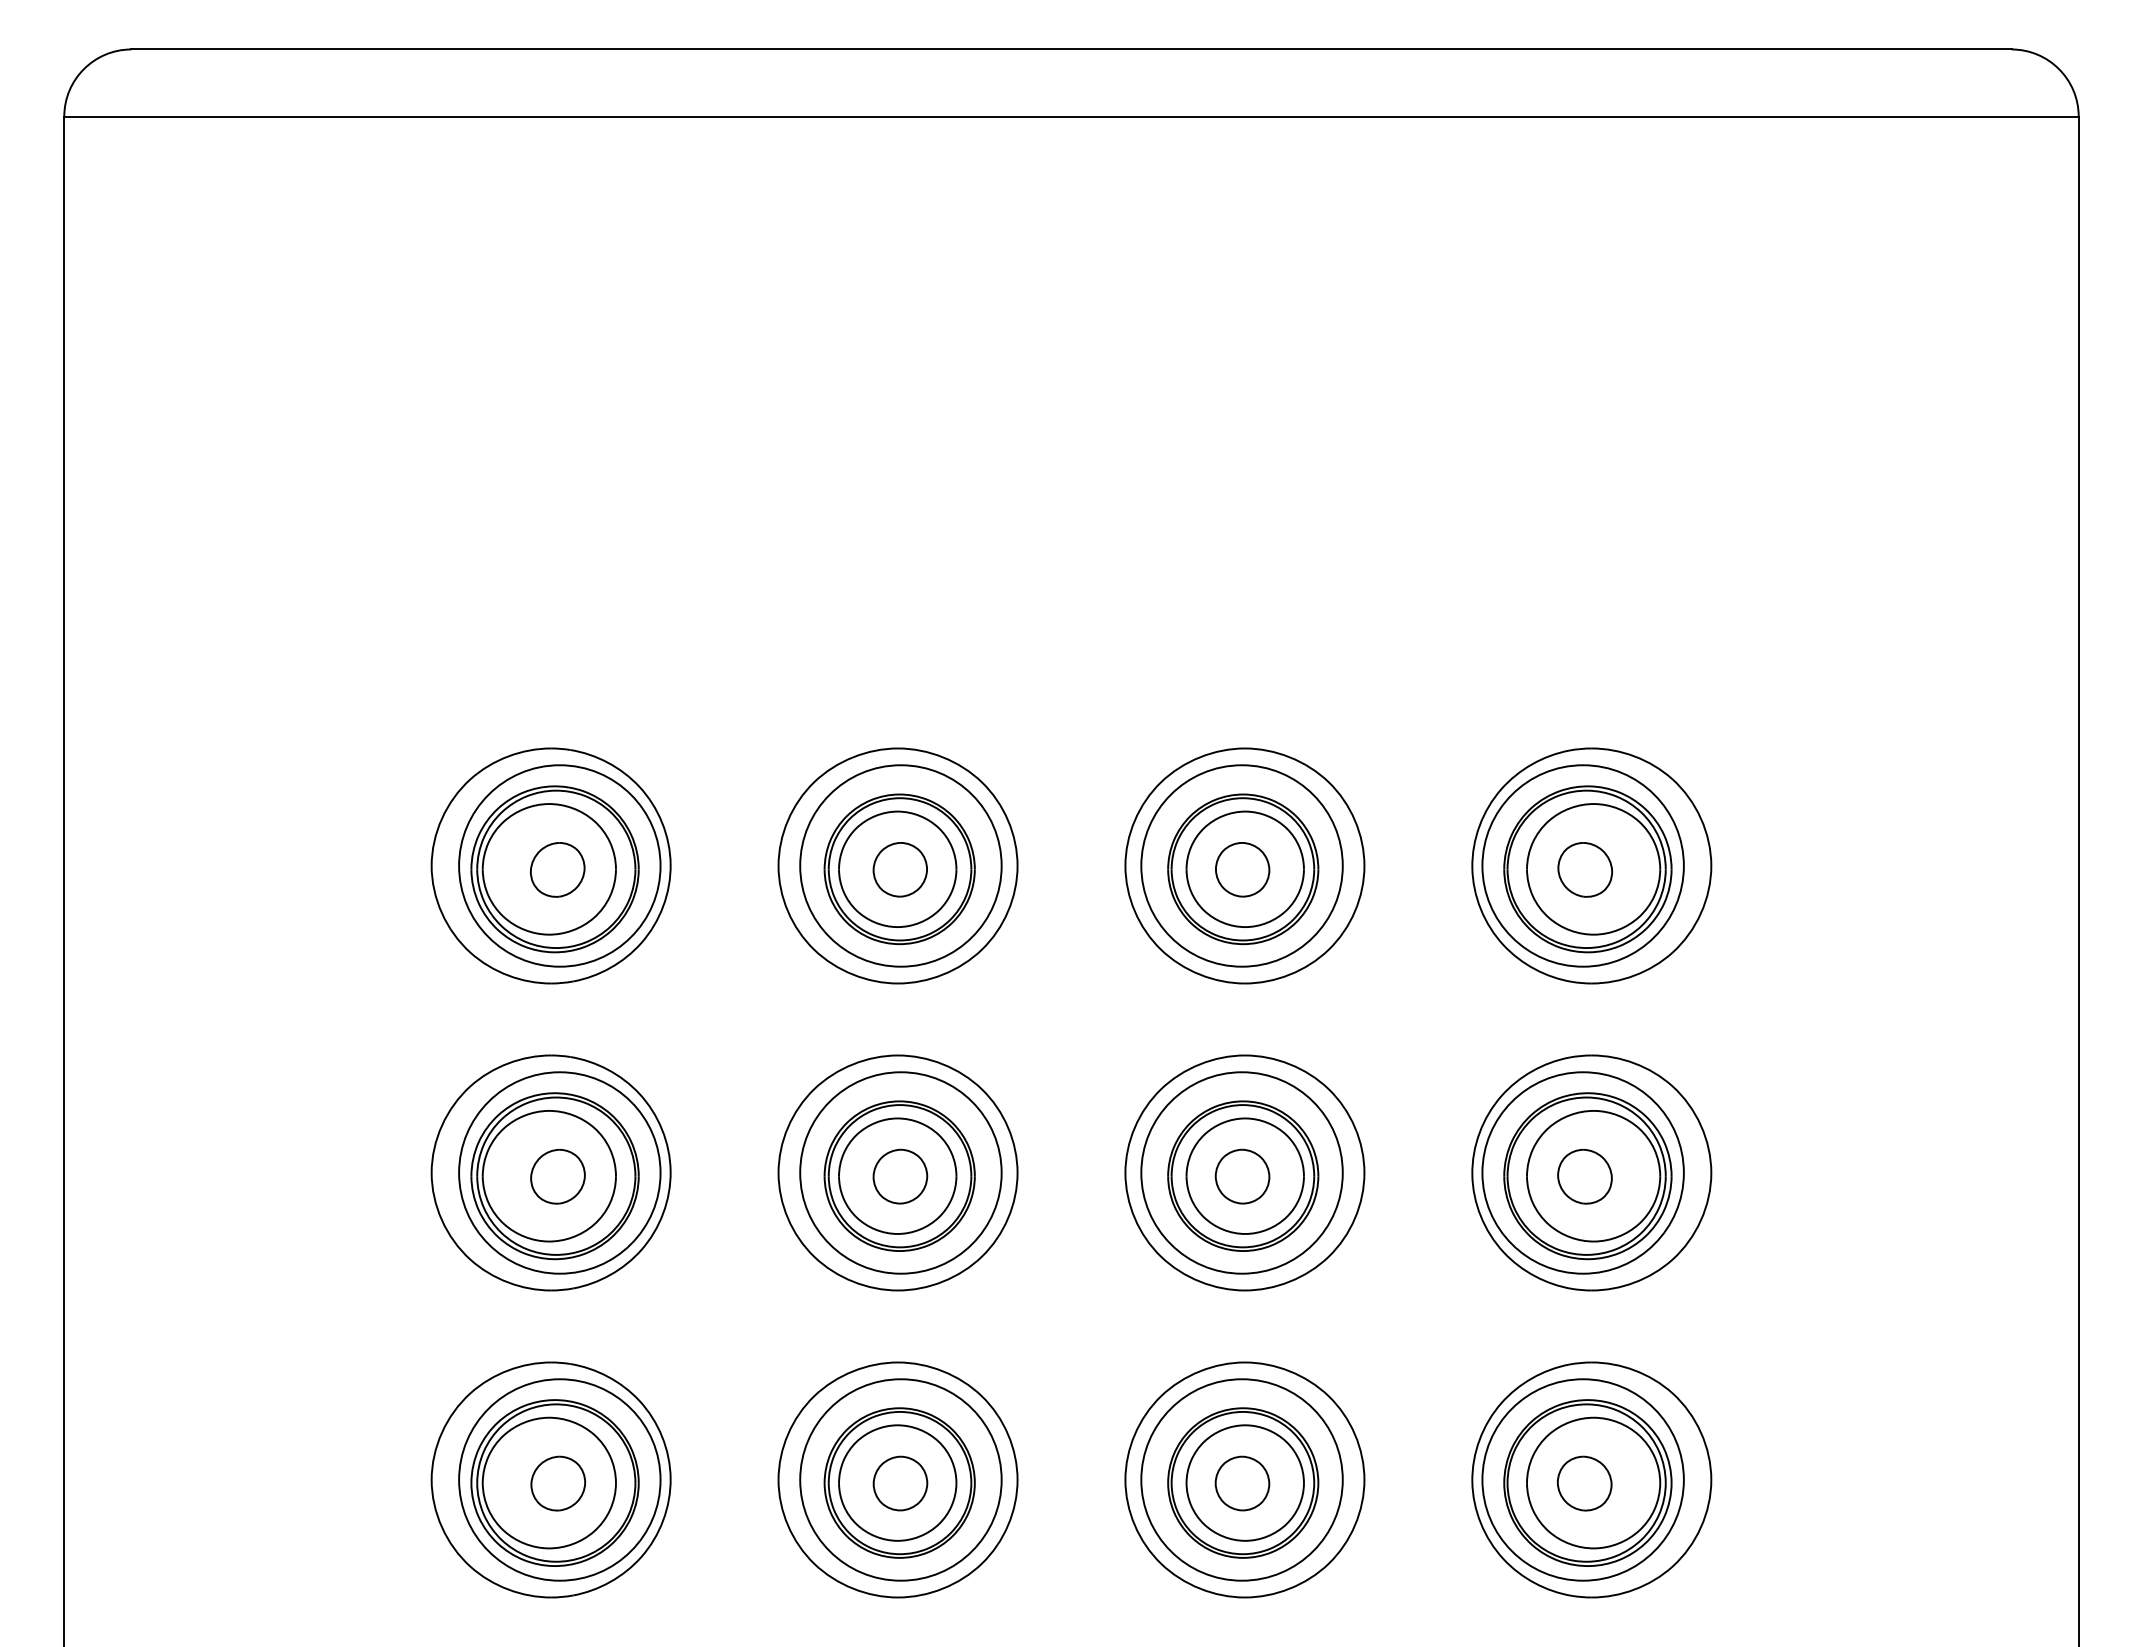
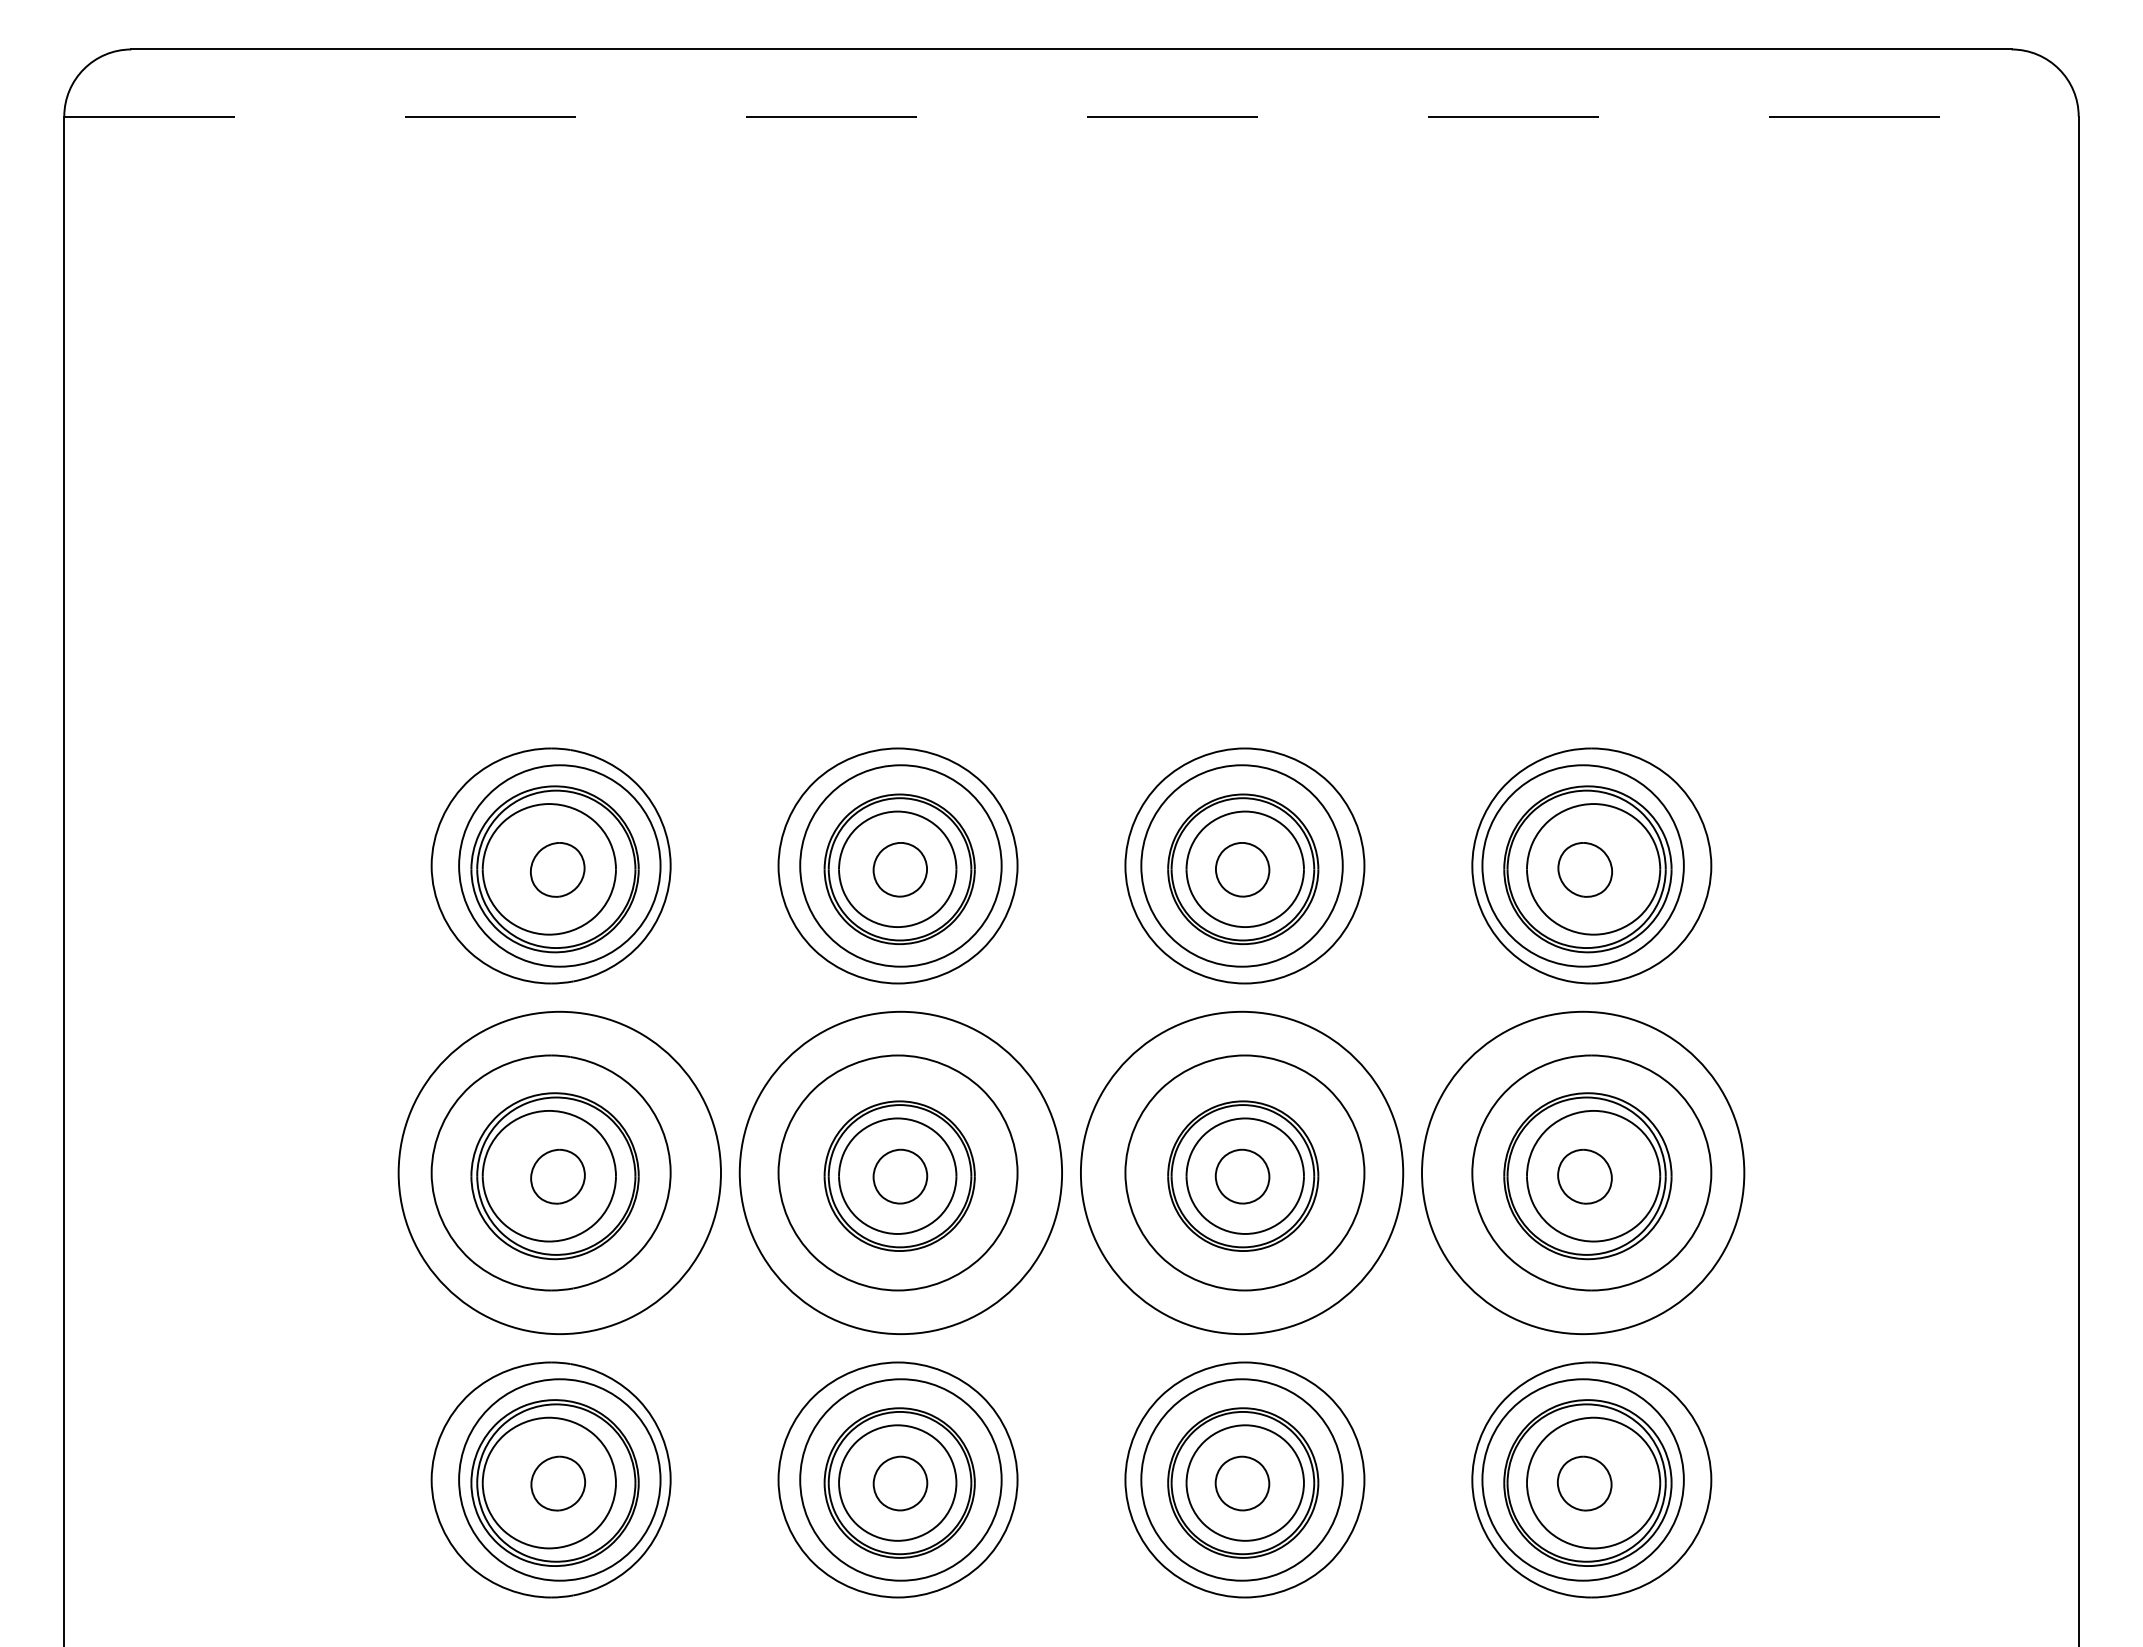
line at (1071, 116): solid -> dashed
circle at (559, 1172) diameter: 201 px -> 322 px
circle at (900, 1172) diameter: 201 px -> 322 px
circle at (1241, 1172) diameter: 201 px -> 322 px
circle at (1582, 1172) diameter: 201 px -> 322 px
